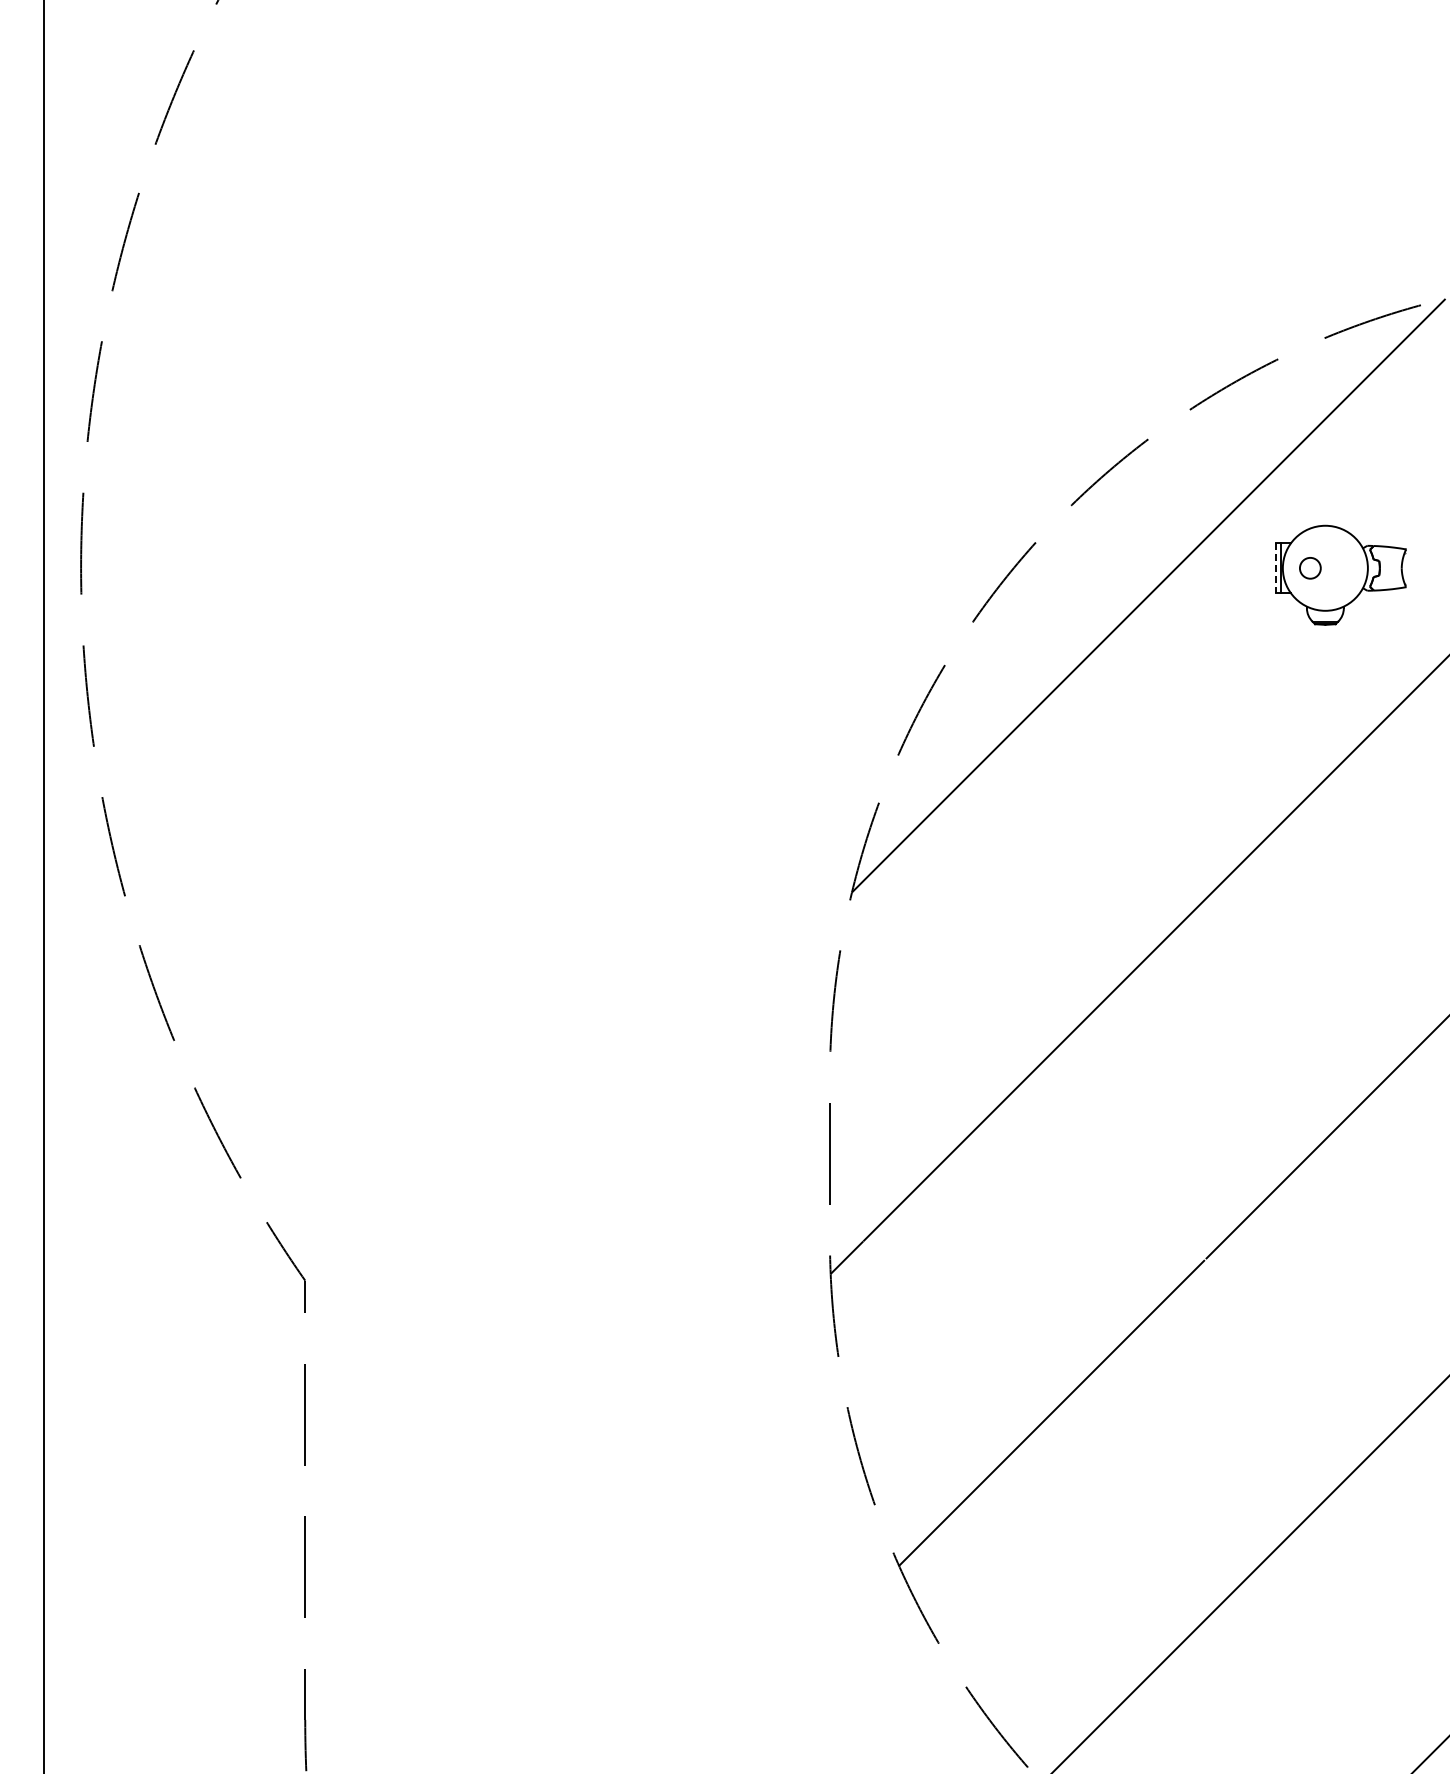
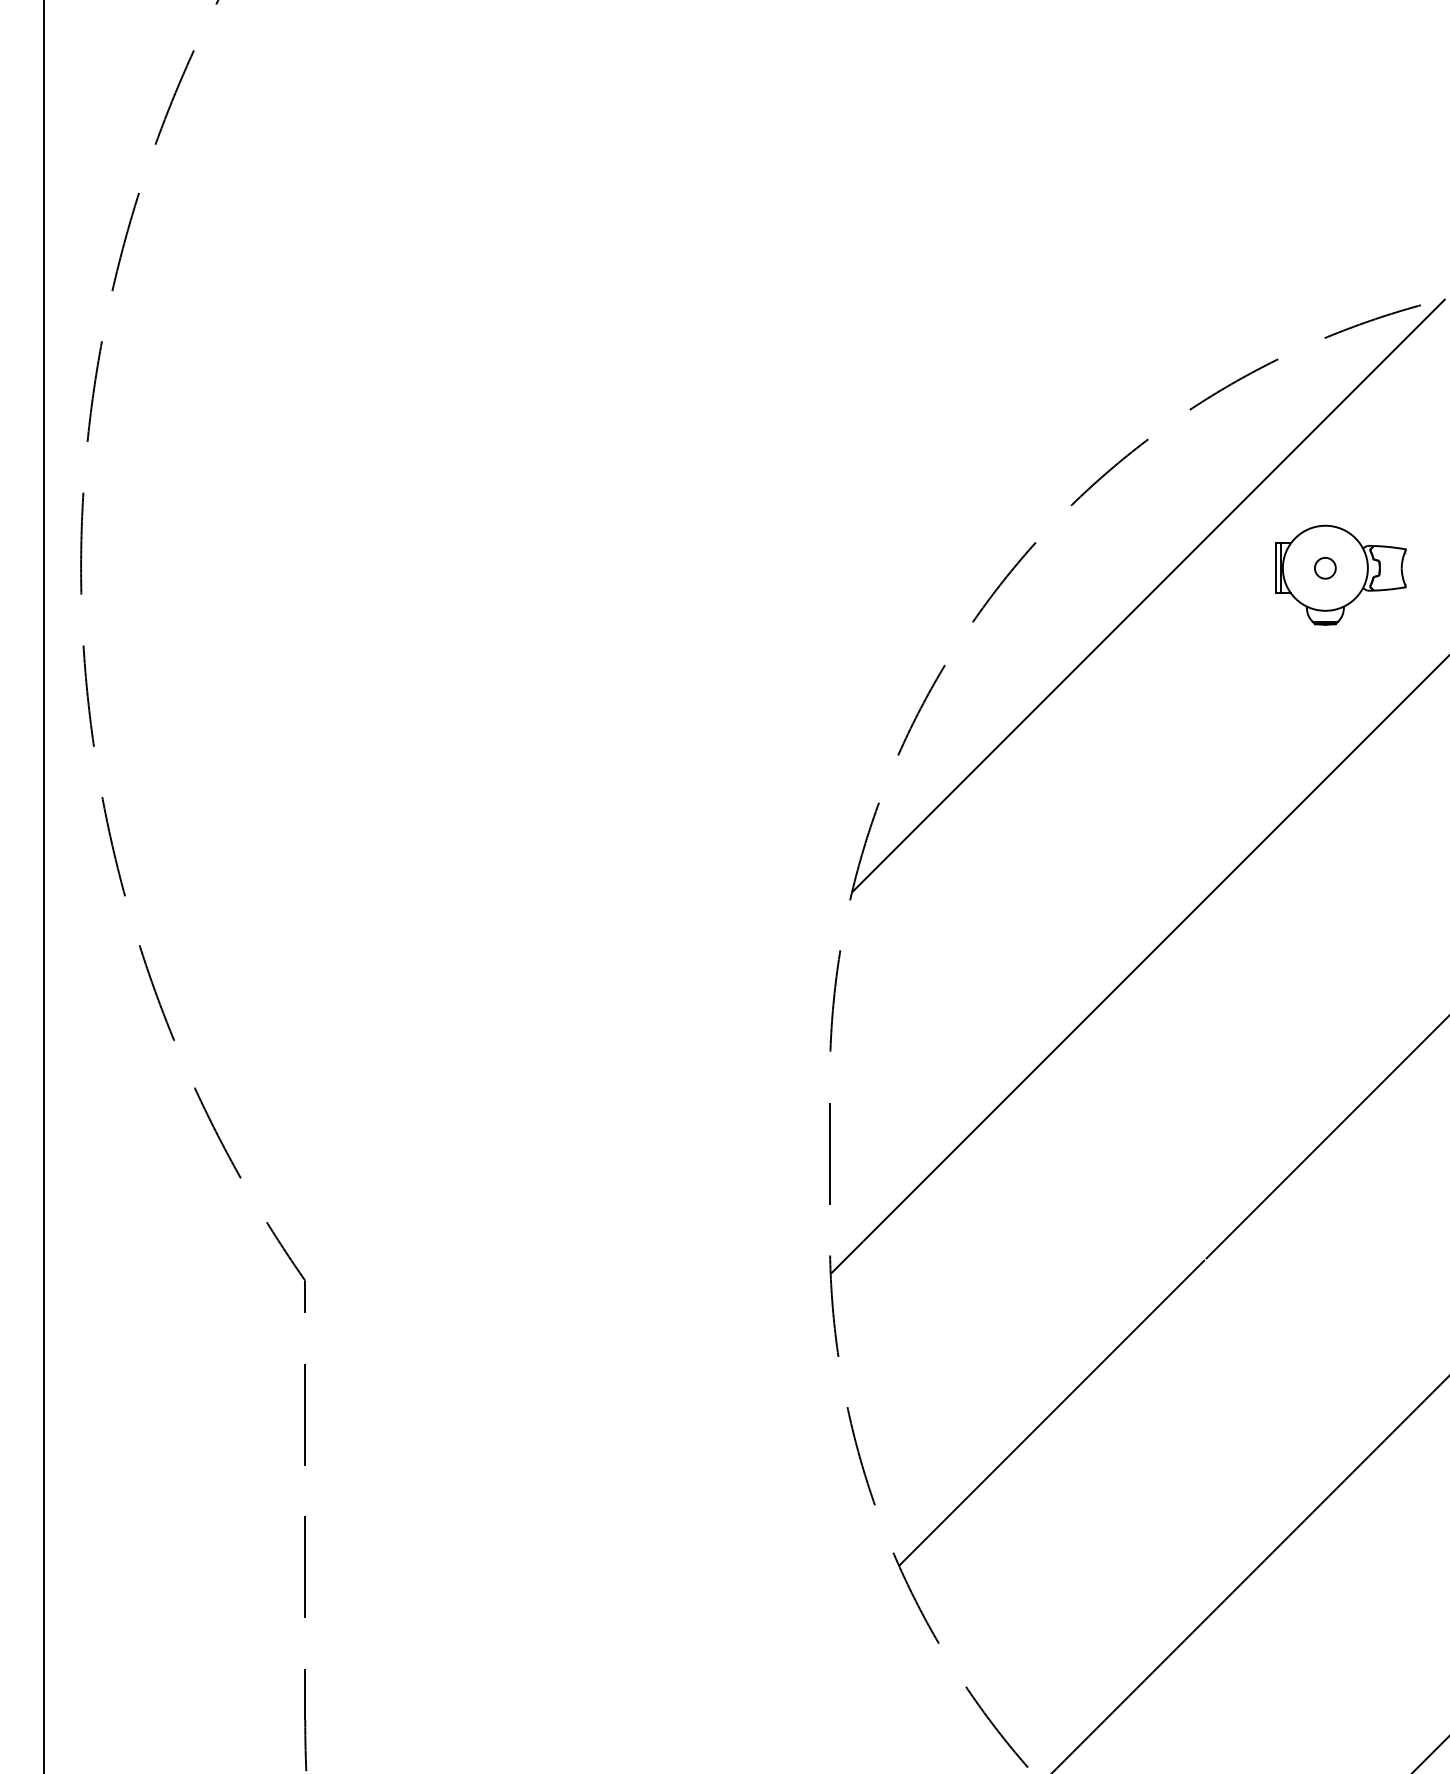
line at (1275, 568): dashed -> solid
circle at (1310, 568) position: (1310, 568) -> (1325, 568)
